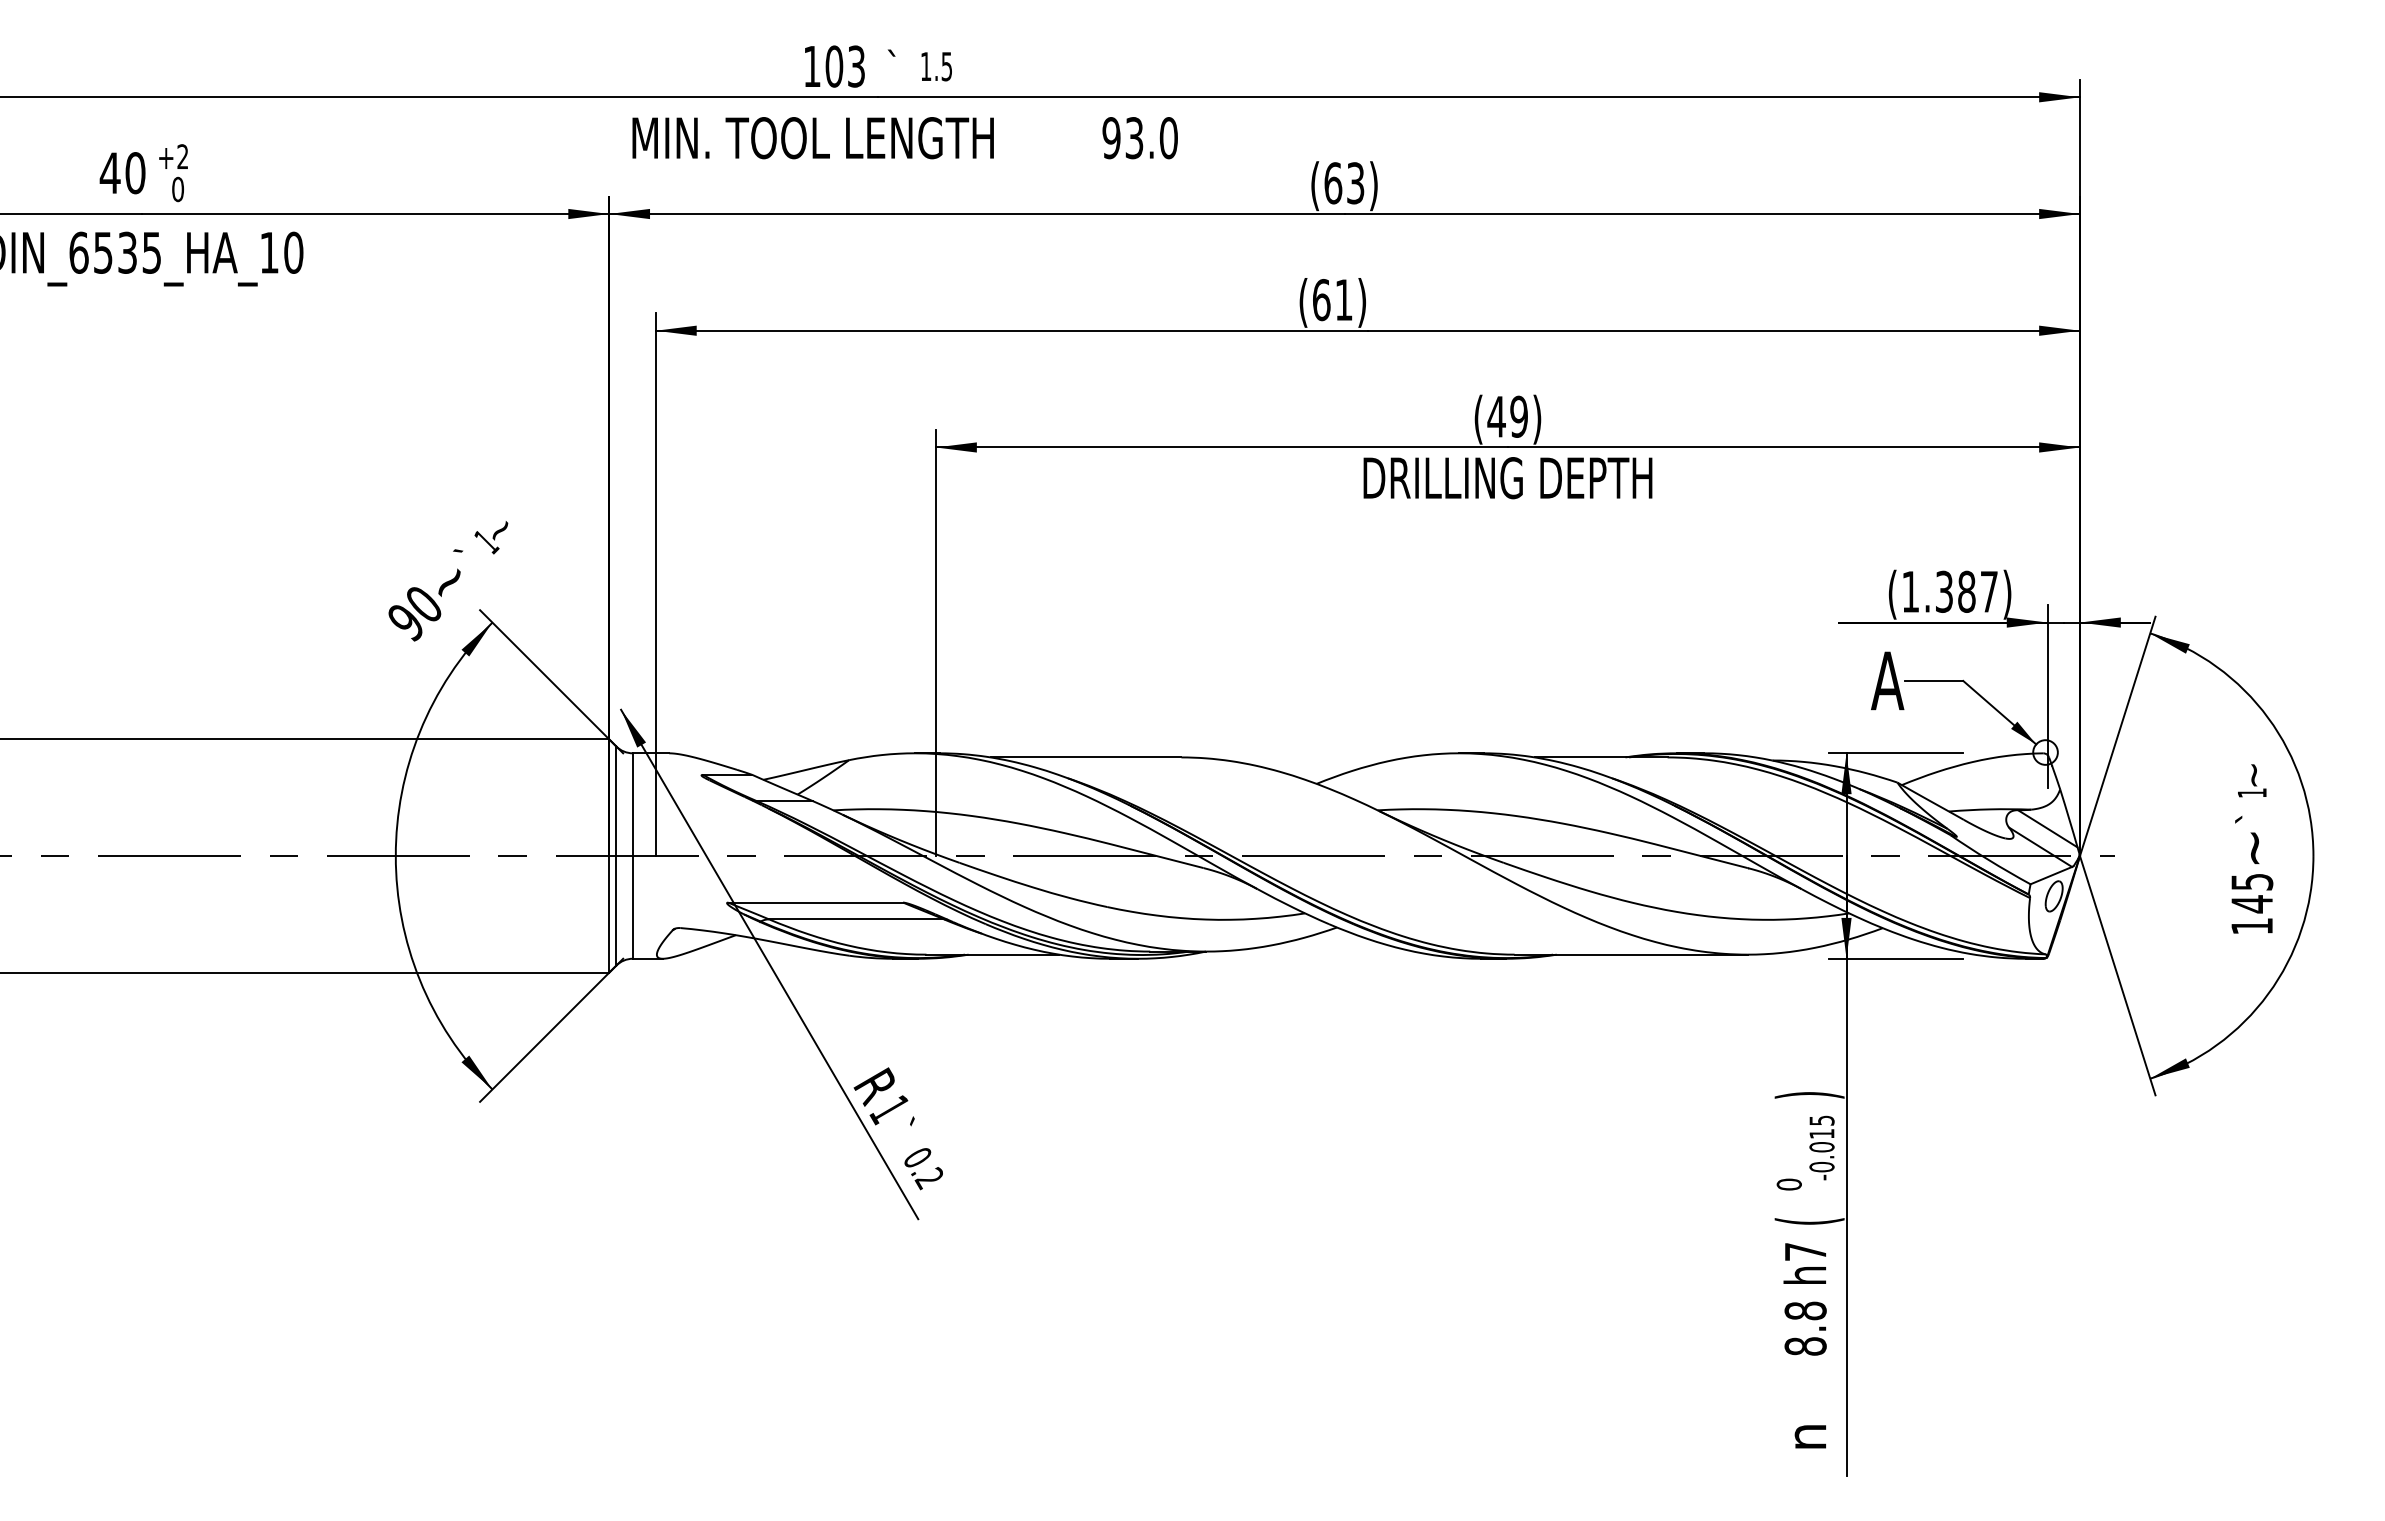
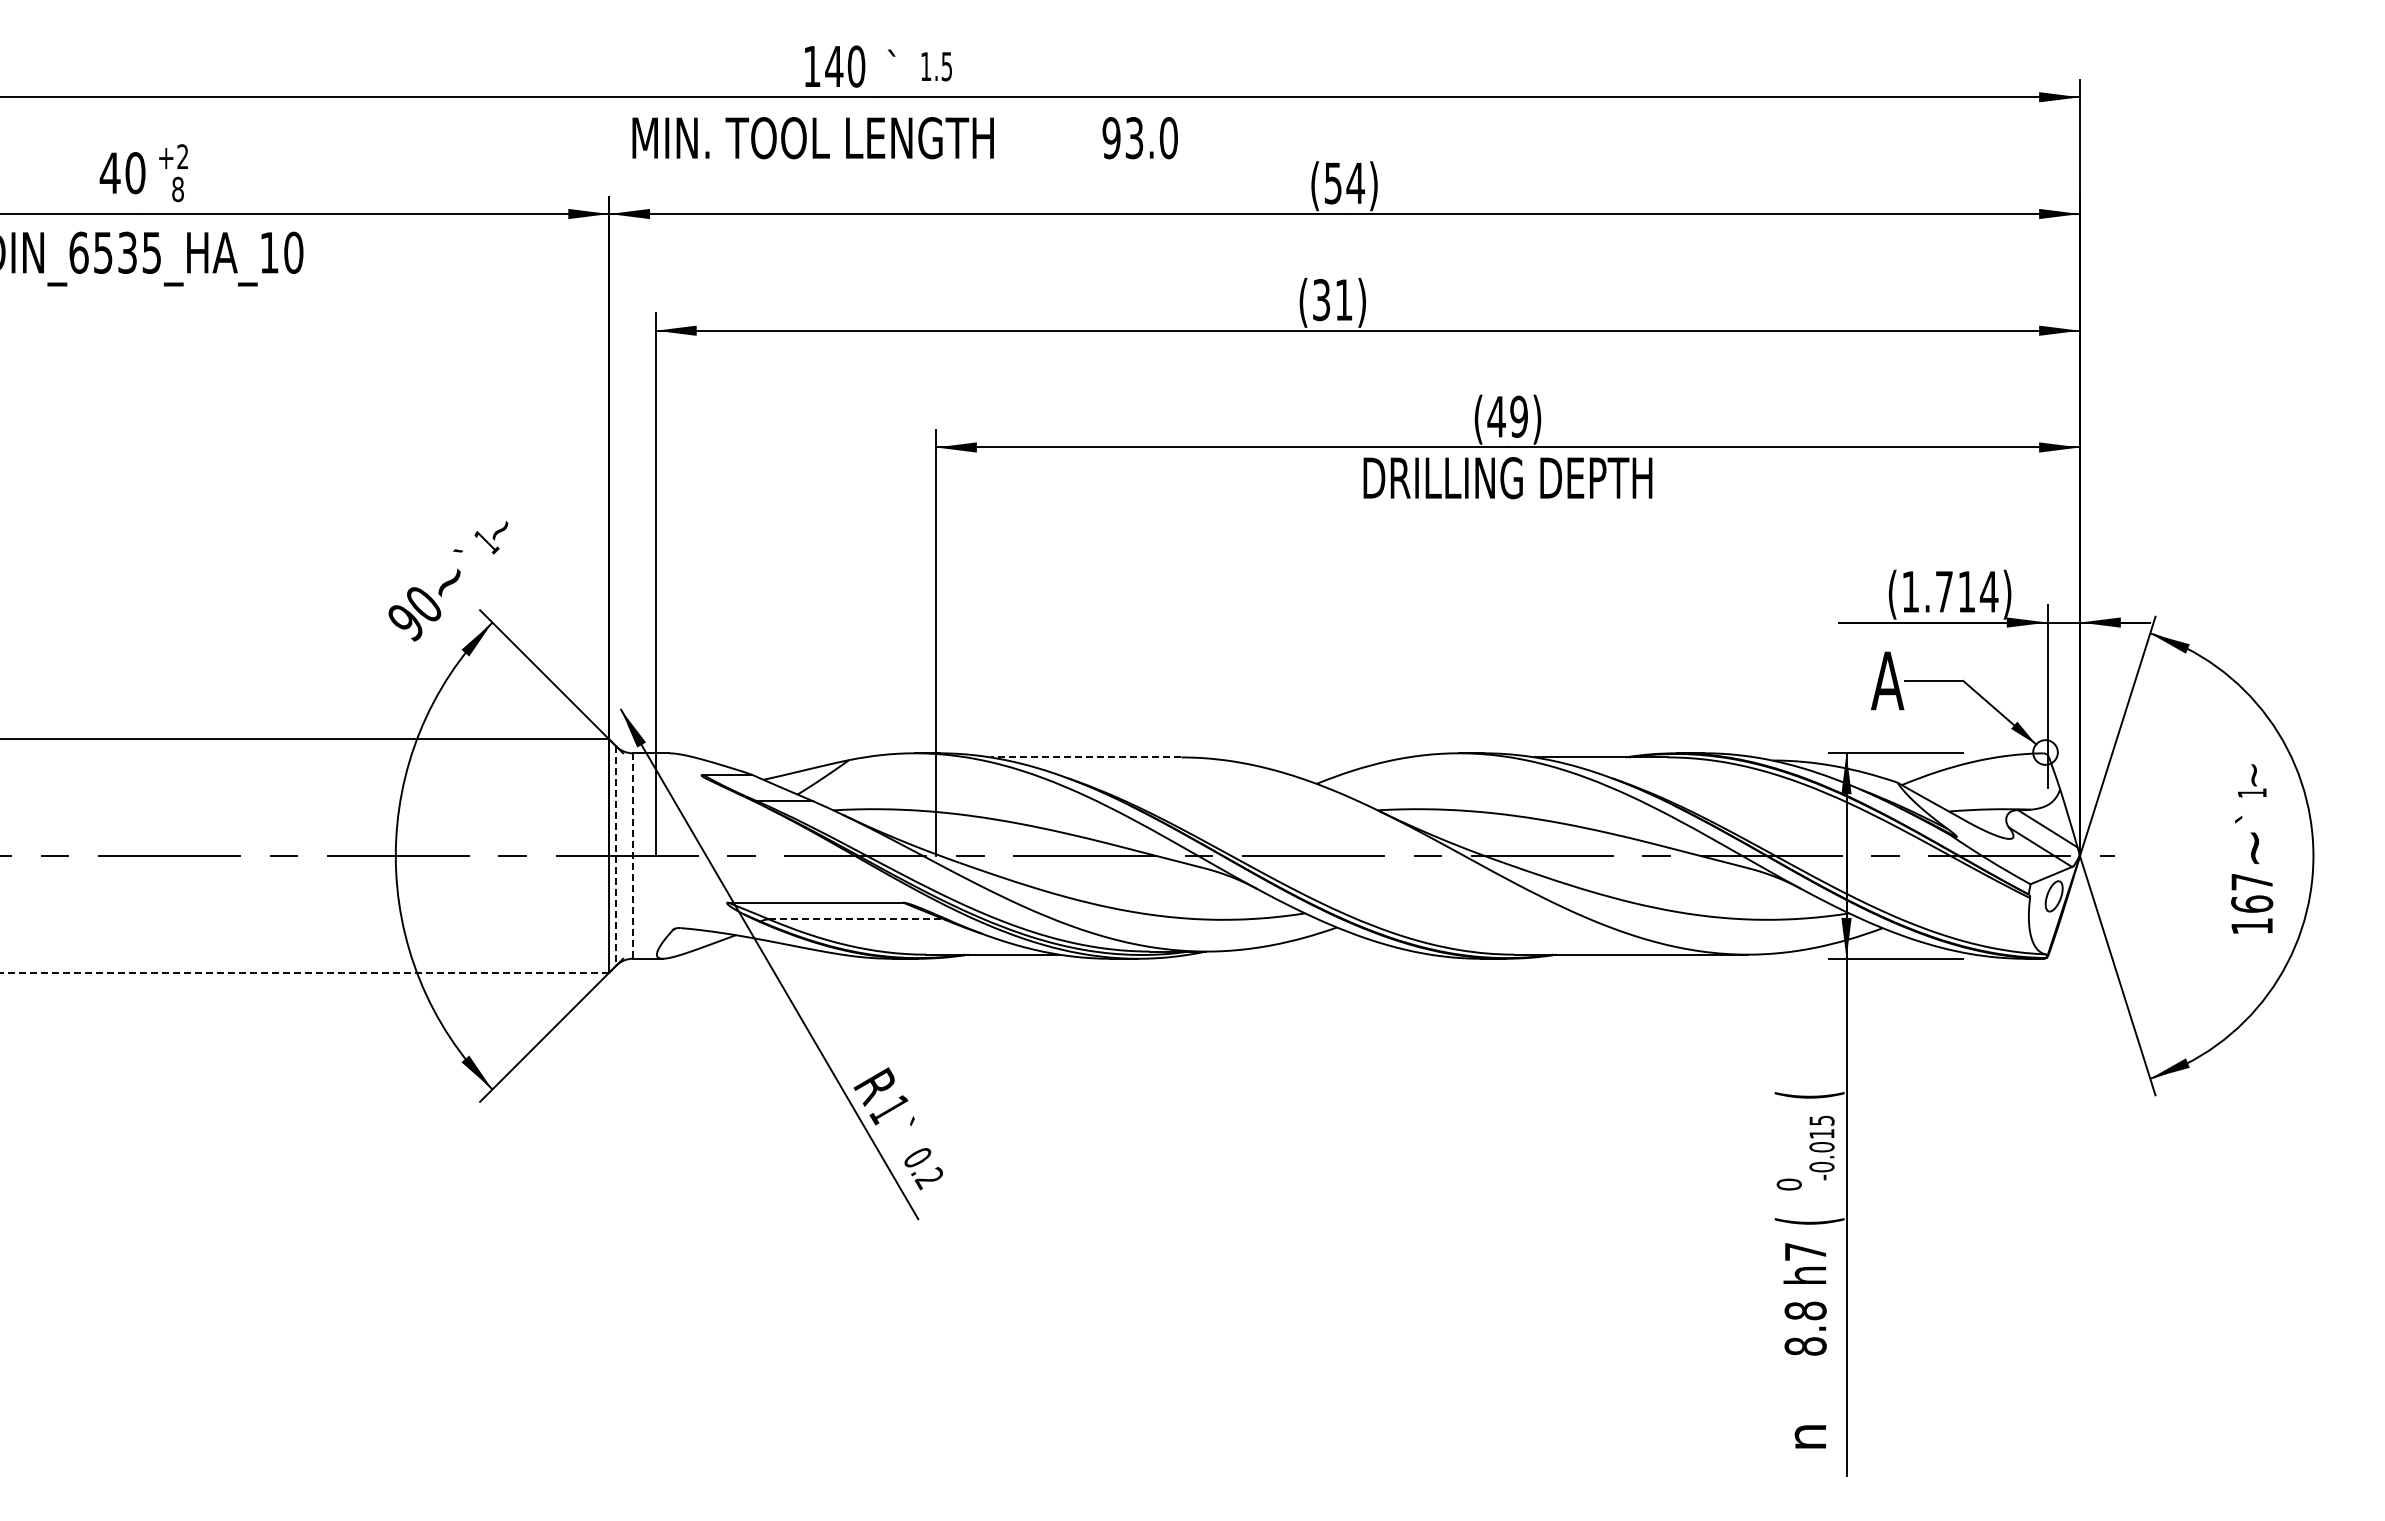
text at (845, 66): 103 -> 140
text at (1344, 183): (63) -> (54)
text at (178, 189): 0 -> 8
text at (1321, 299): (61) -> (31)
text at (1967, 591): (1.387) -> (1.714)
line at (1085, 757): solid -> dashed
line at (616, 856): solid -> dashed
line at (632, 856): solid -> dashed
text at (2252, 893): 145 -> 167
line at (857, 919): solid -> dashed
line at (305, 972): solid -> dashed
text at (1809, 1095): ) -> (
